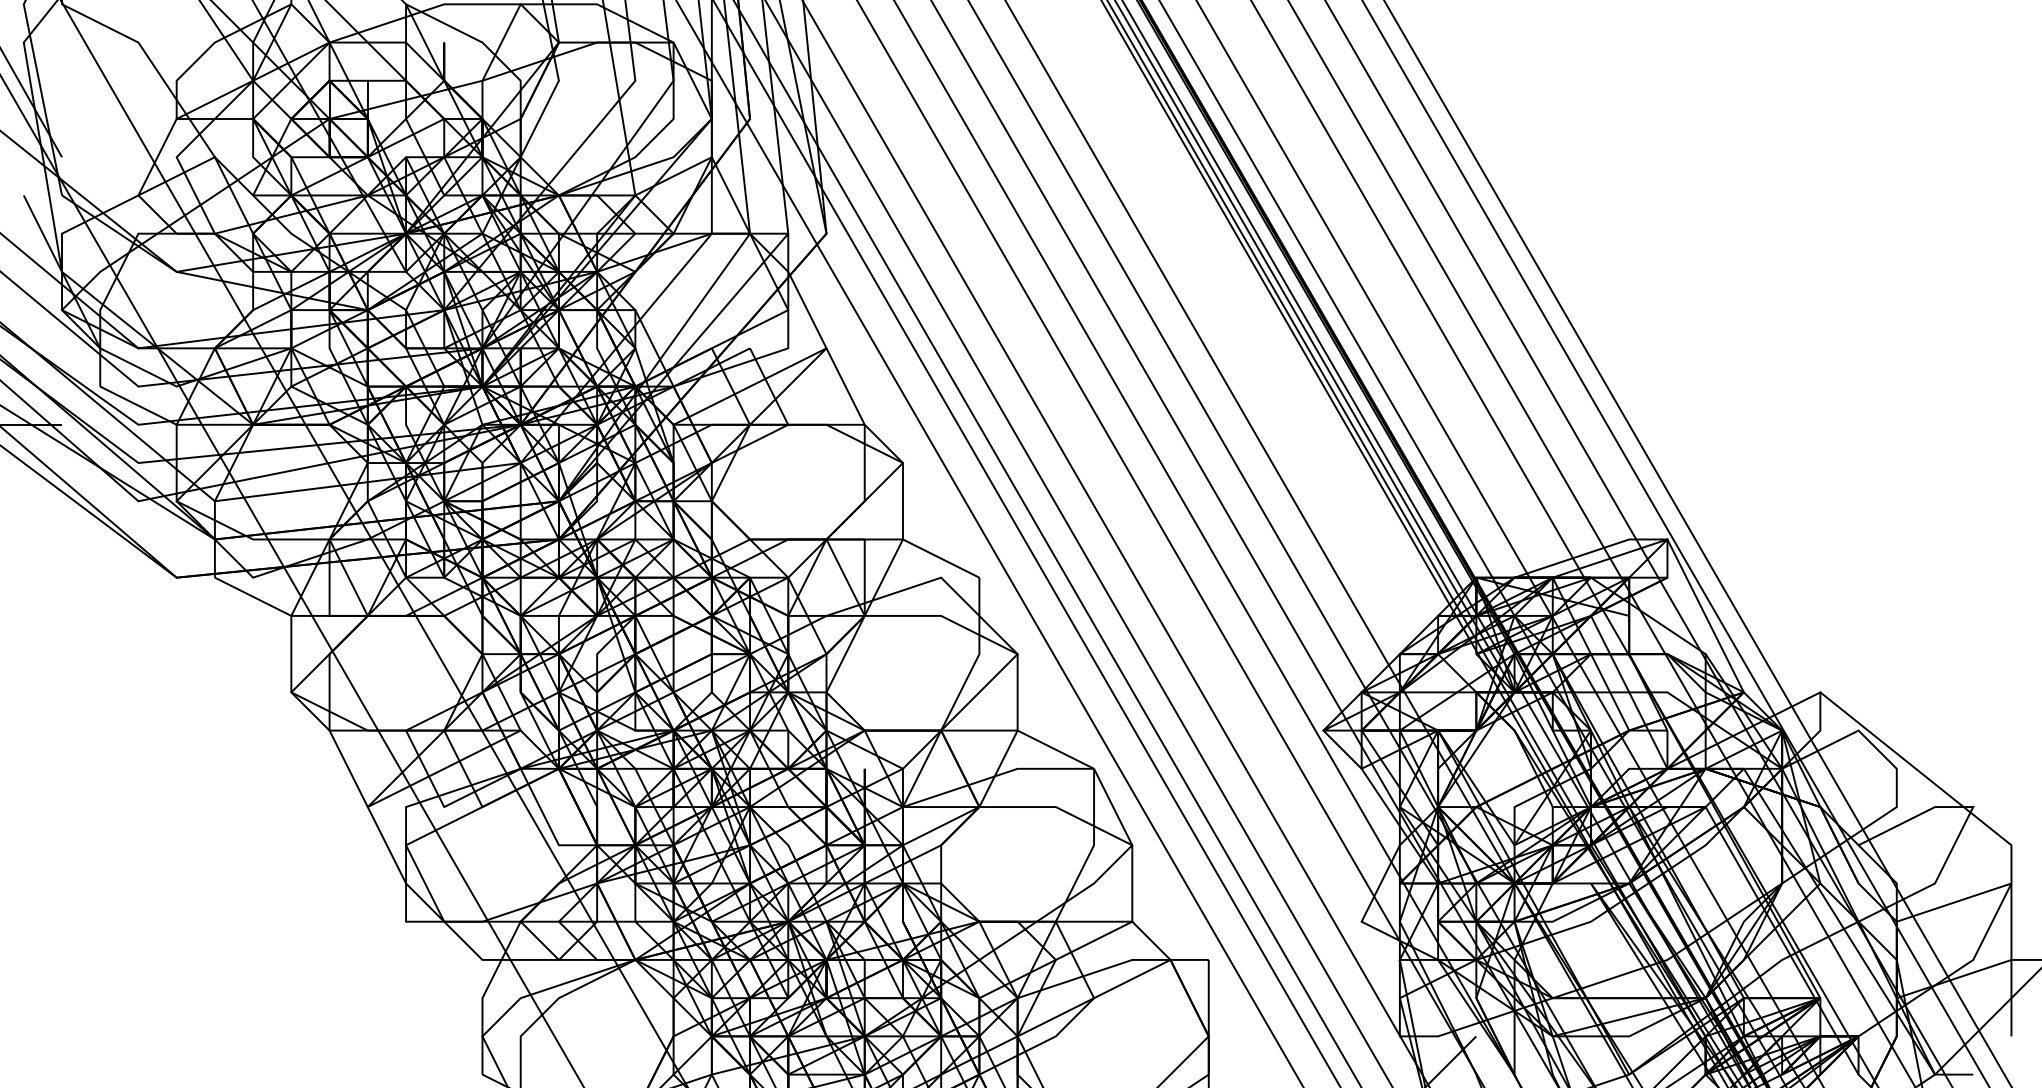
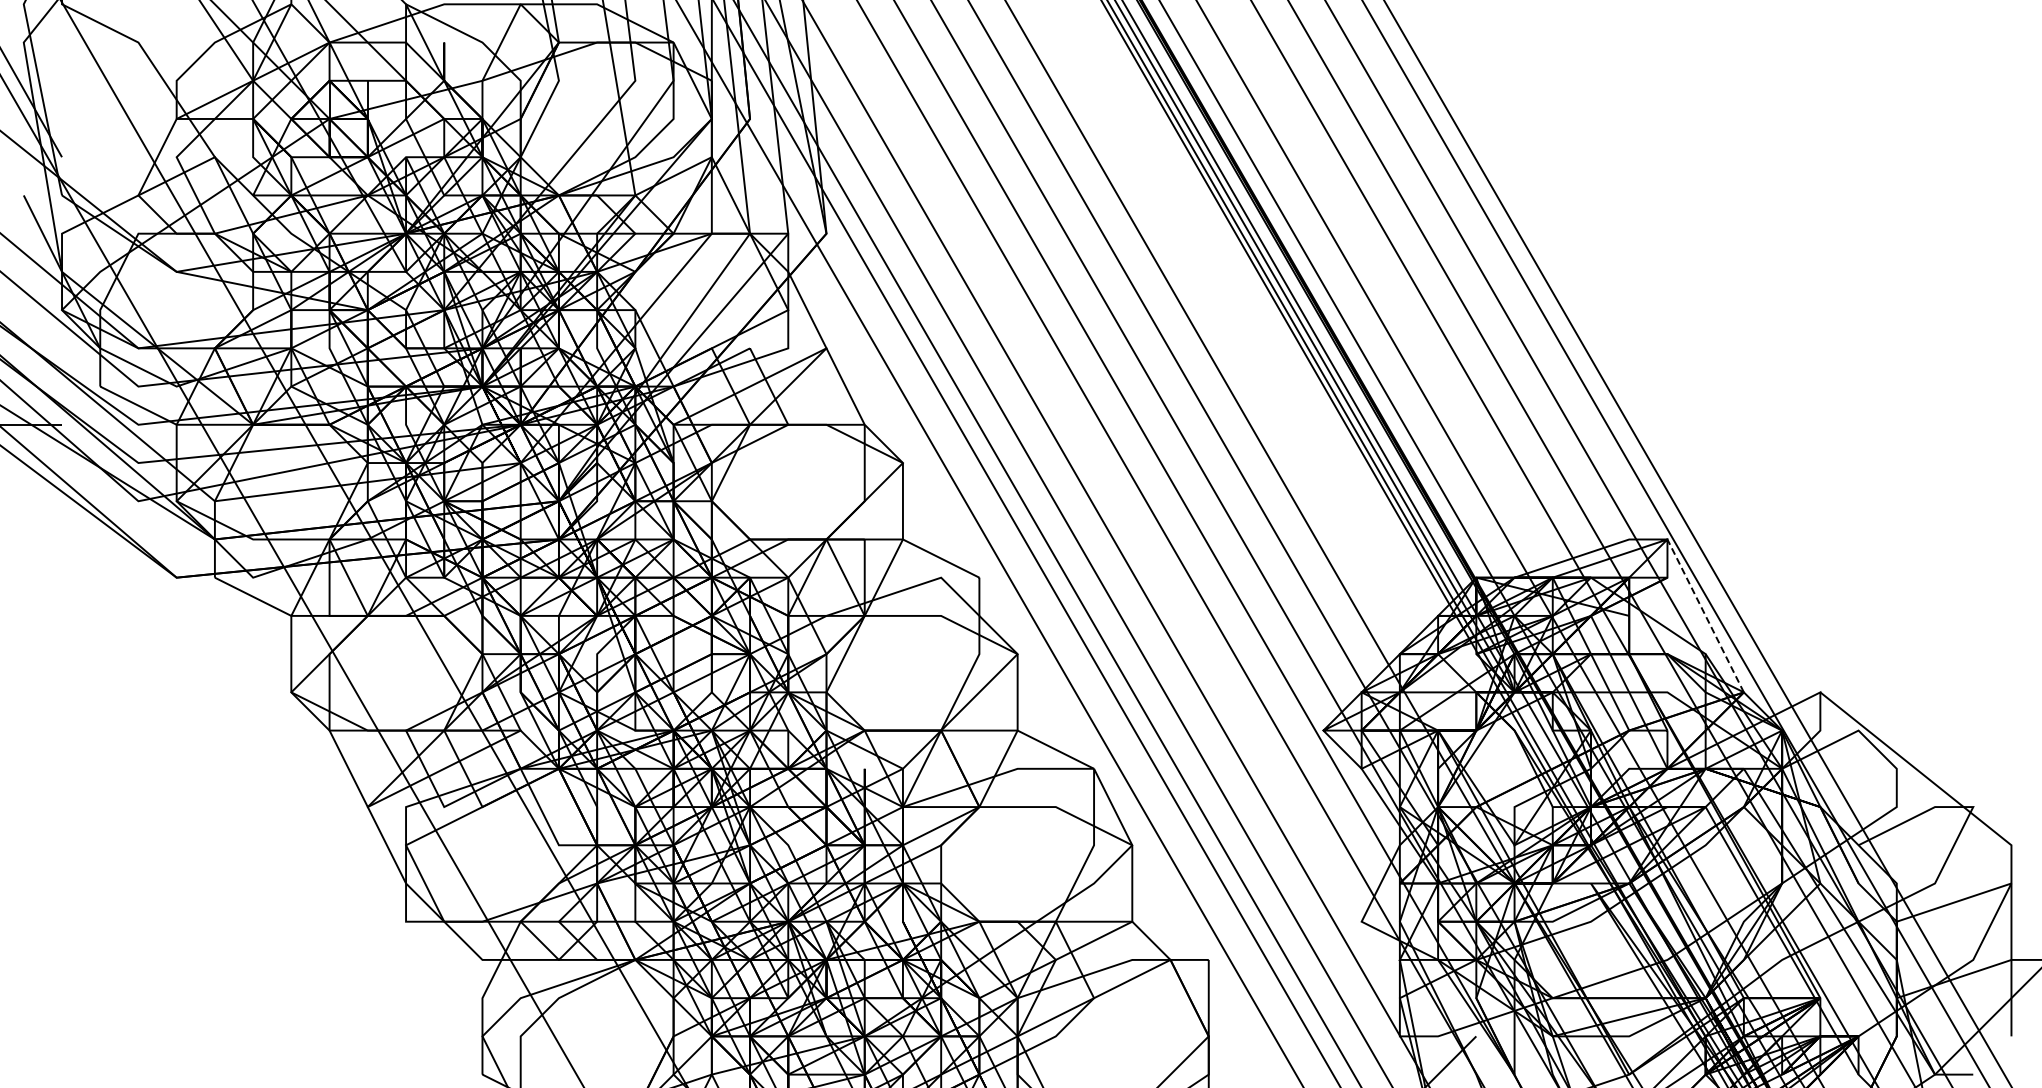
line at (1705, 615): solid -> dashed
